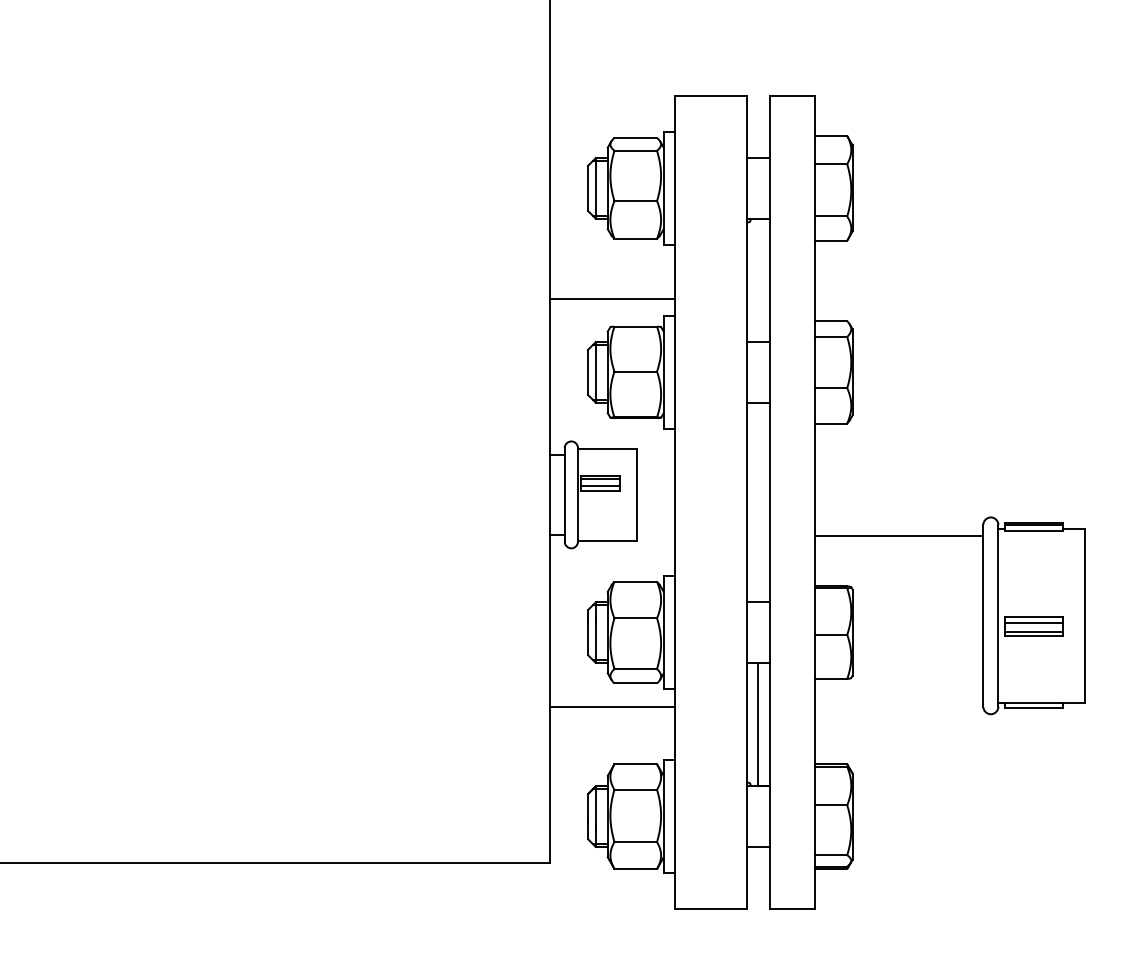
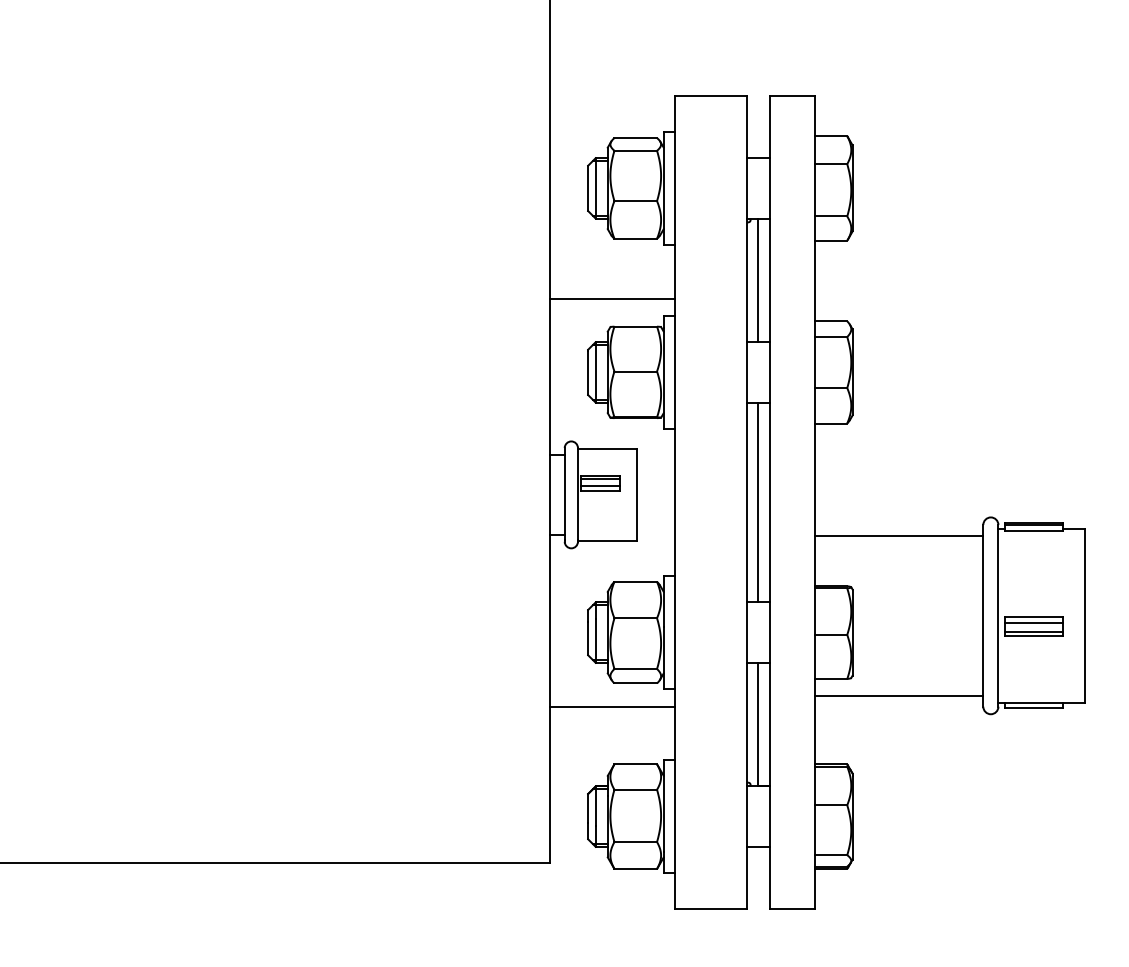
line at (758, 280): none -> present
line at (758, 502): none -> present
line at (898, 695): none -> present
